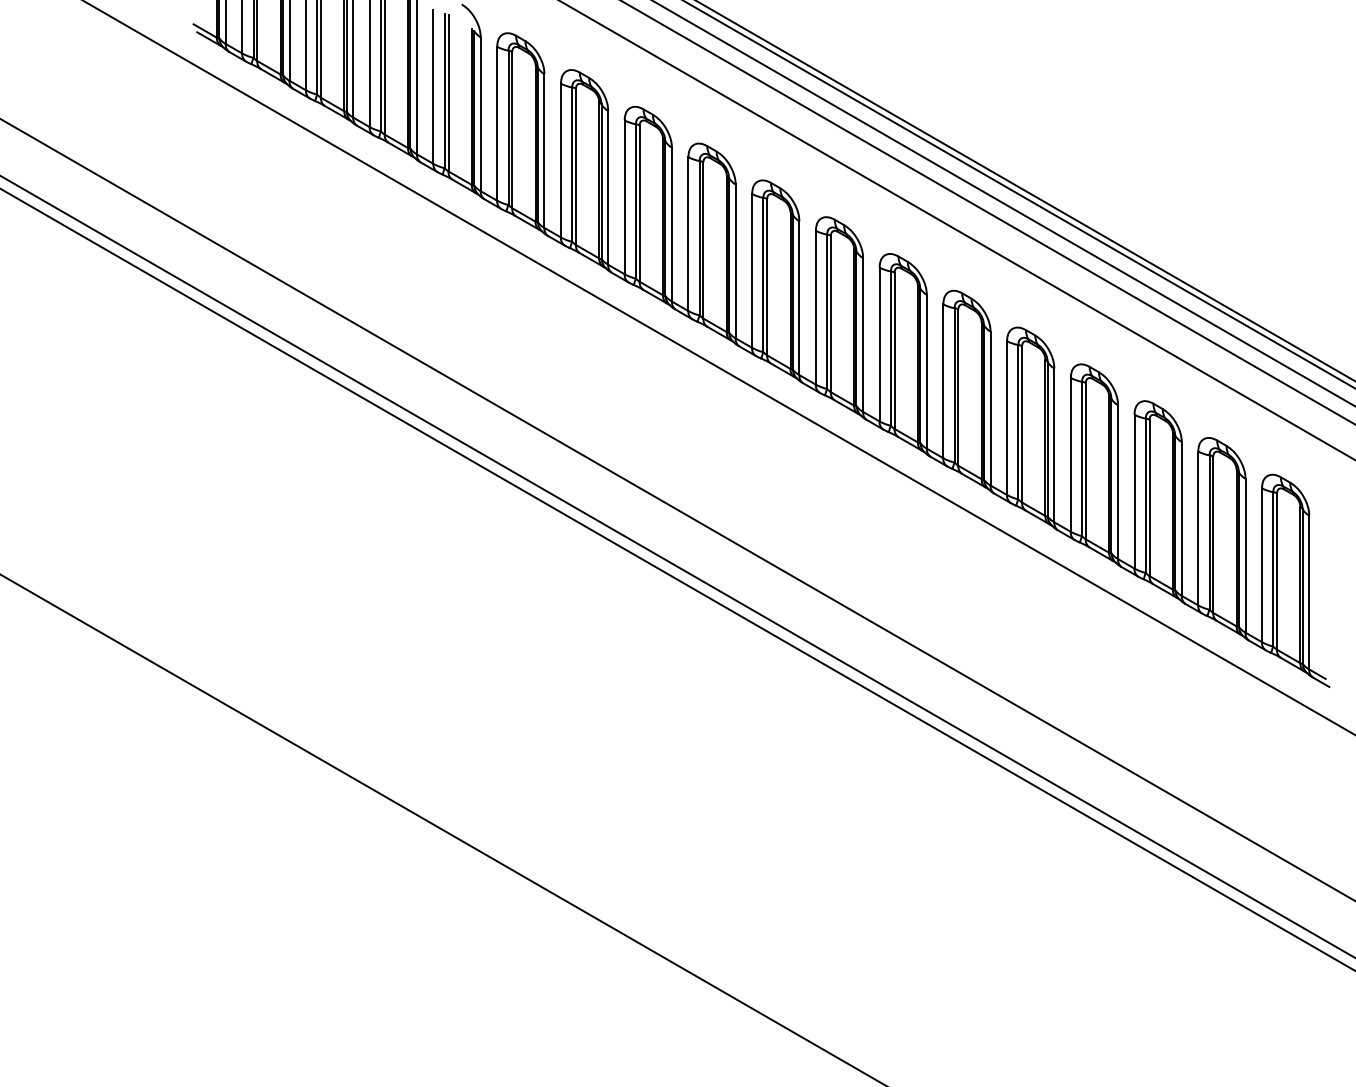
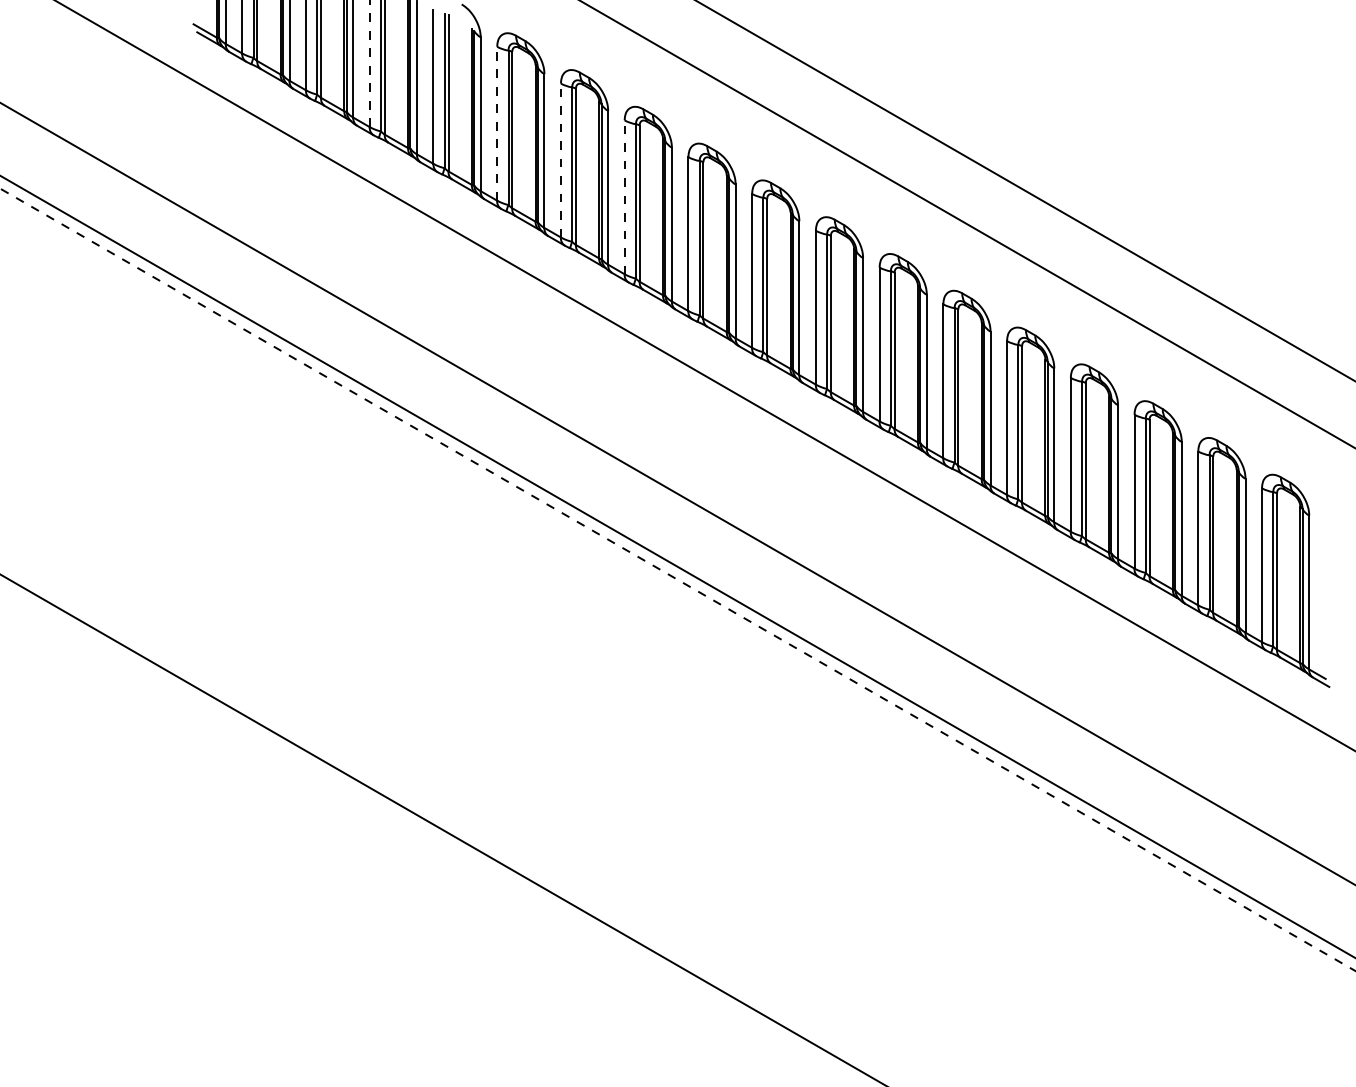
line at (369, 63): solid -> dashed
line at (497, 123): solid -> dashed
line at (560, 160): solid -> dashed
line at (1019, 194): present -> none
line at (624, 197): solid -> dashed
line at (1003, 203): present -> none
line at (988, 212): present -> none
line at (957, 230) position: (957, 230) -> (967, 224)
line at (718, 367) position: (718, 367) -> (704, 375)
line at (677, 509) position: (677, 509) -> (677, 493)
line at (678, 579): solid -> dashed
